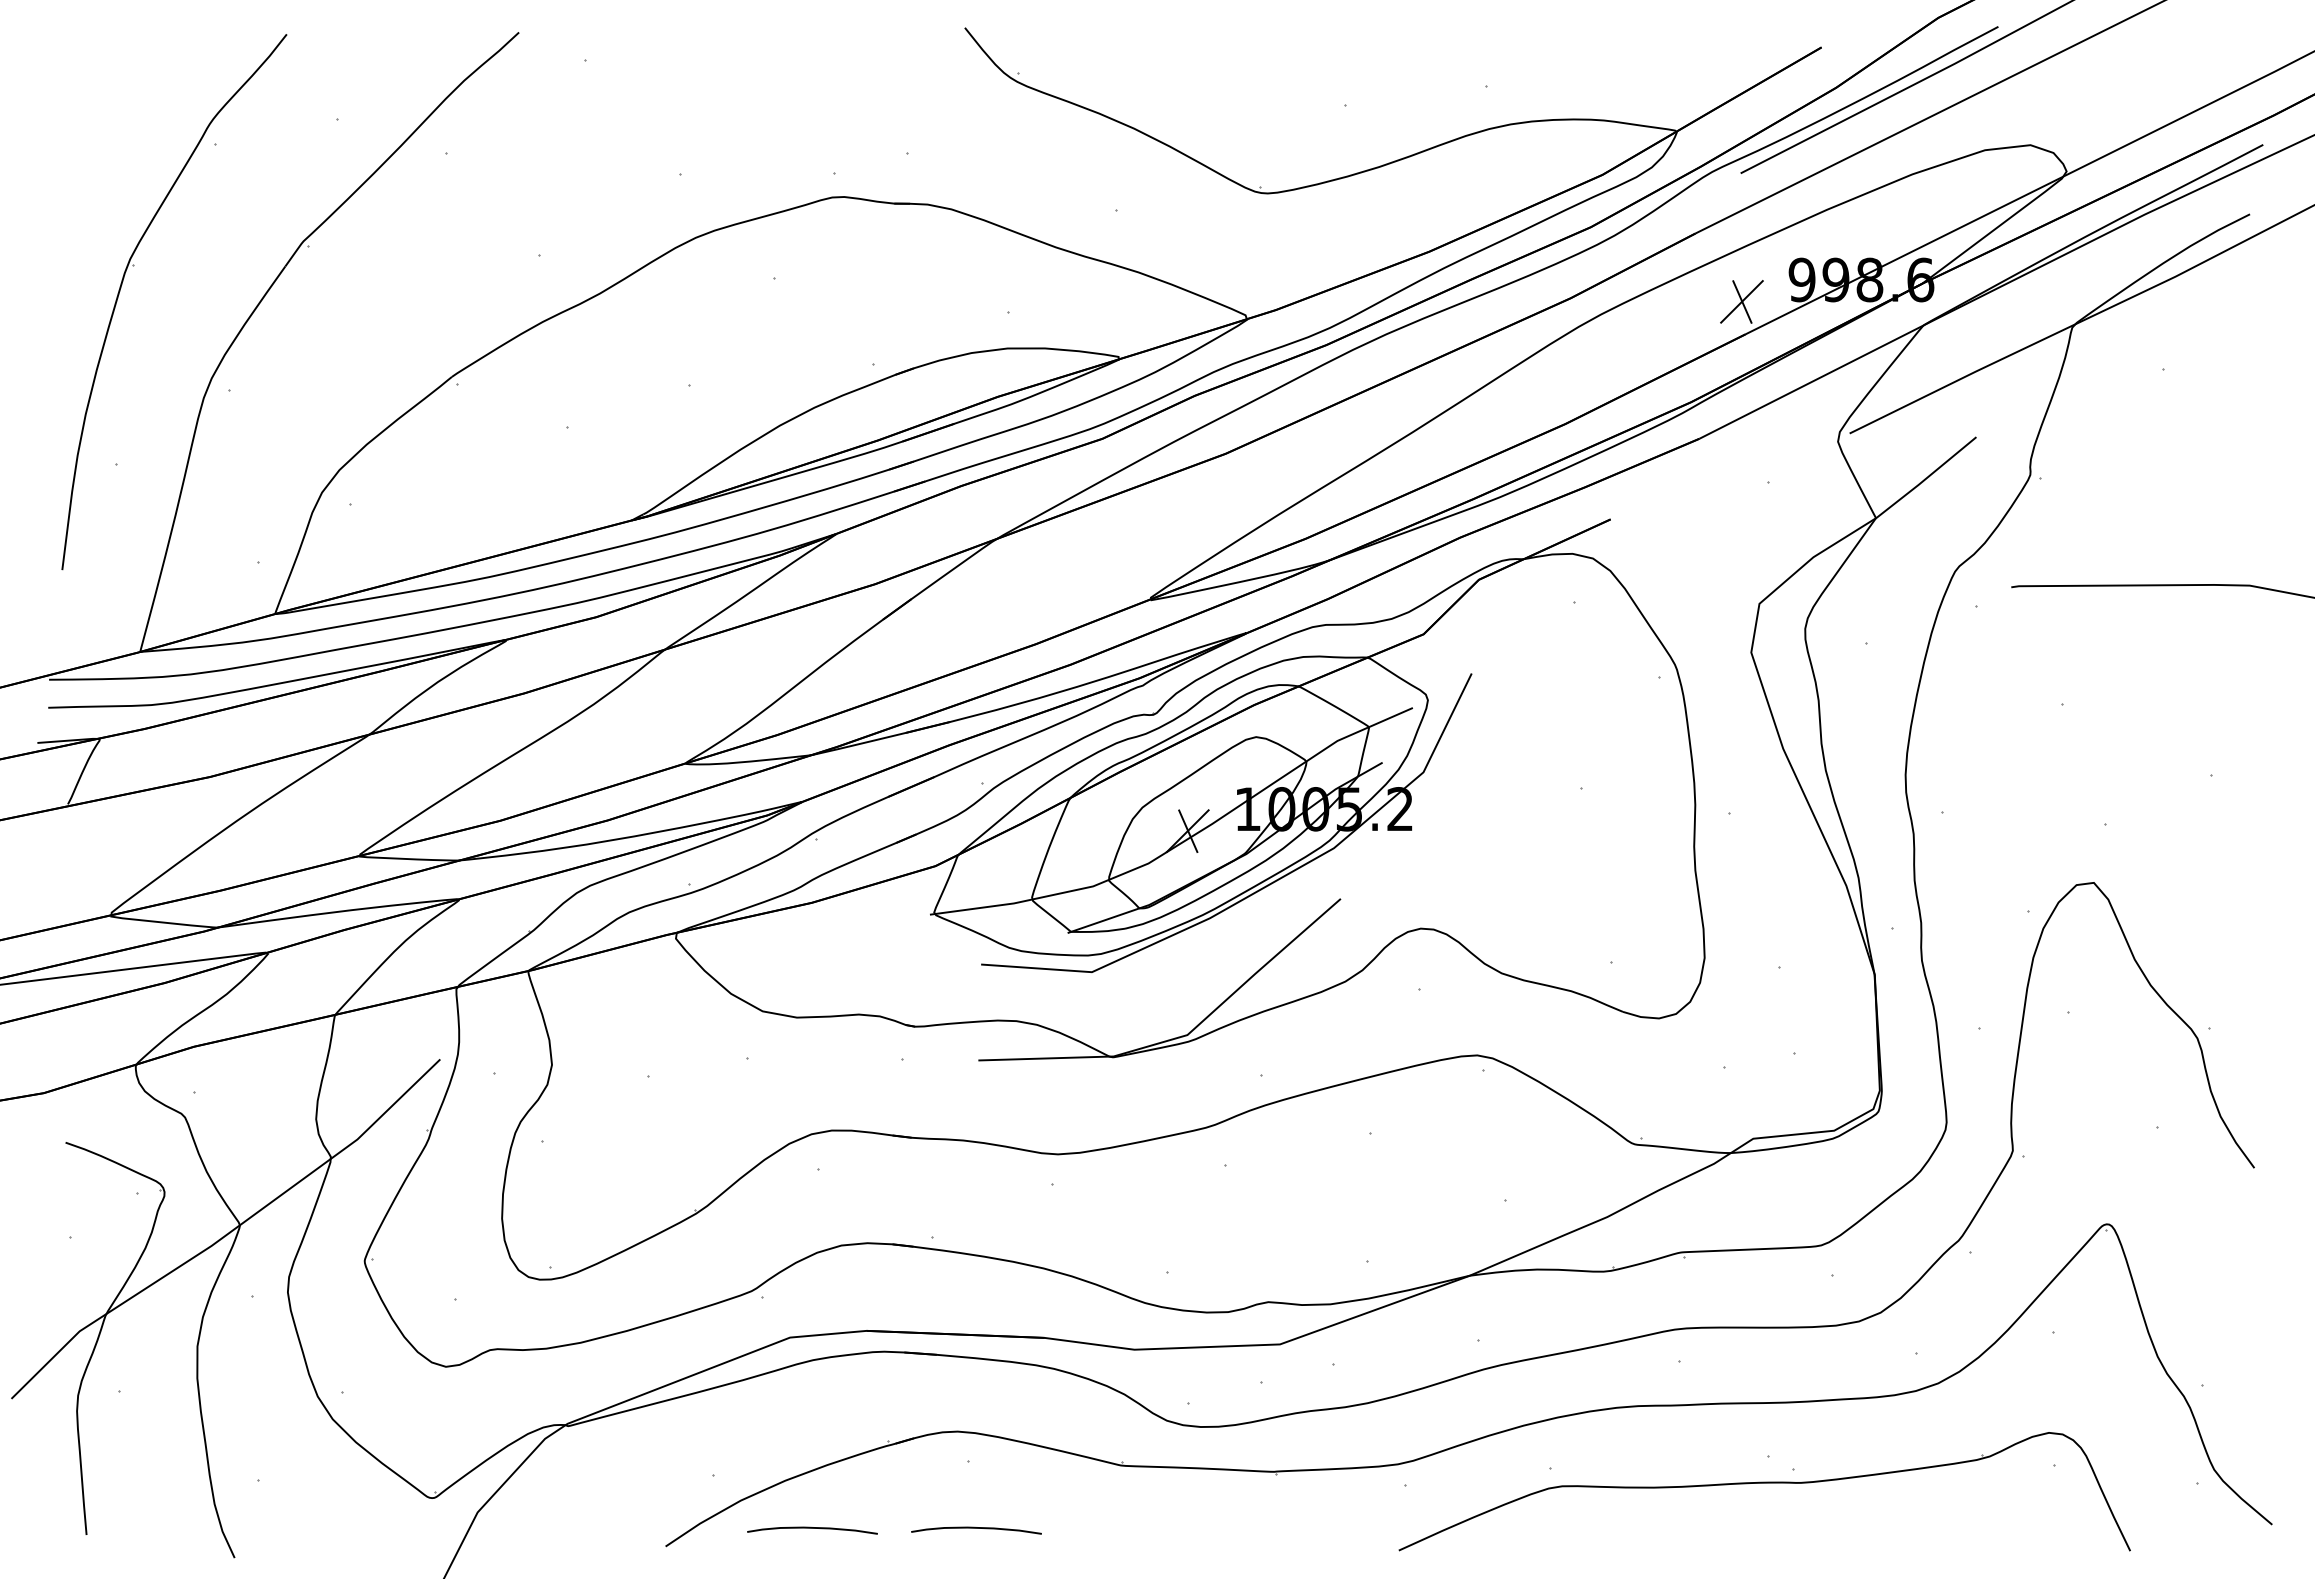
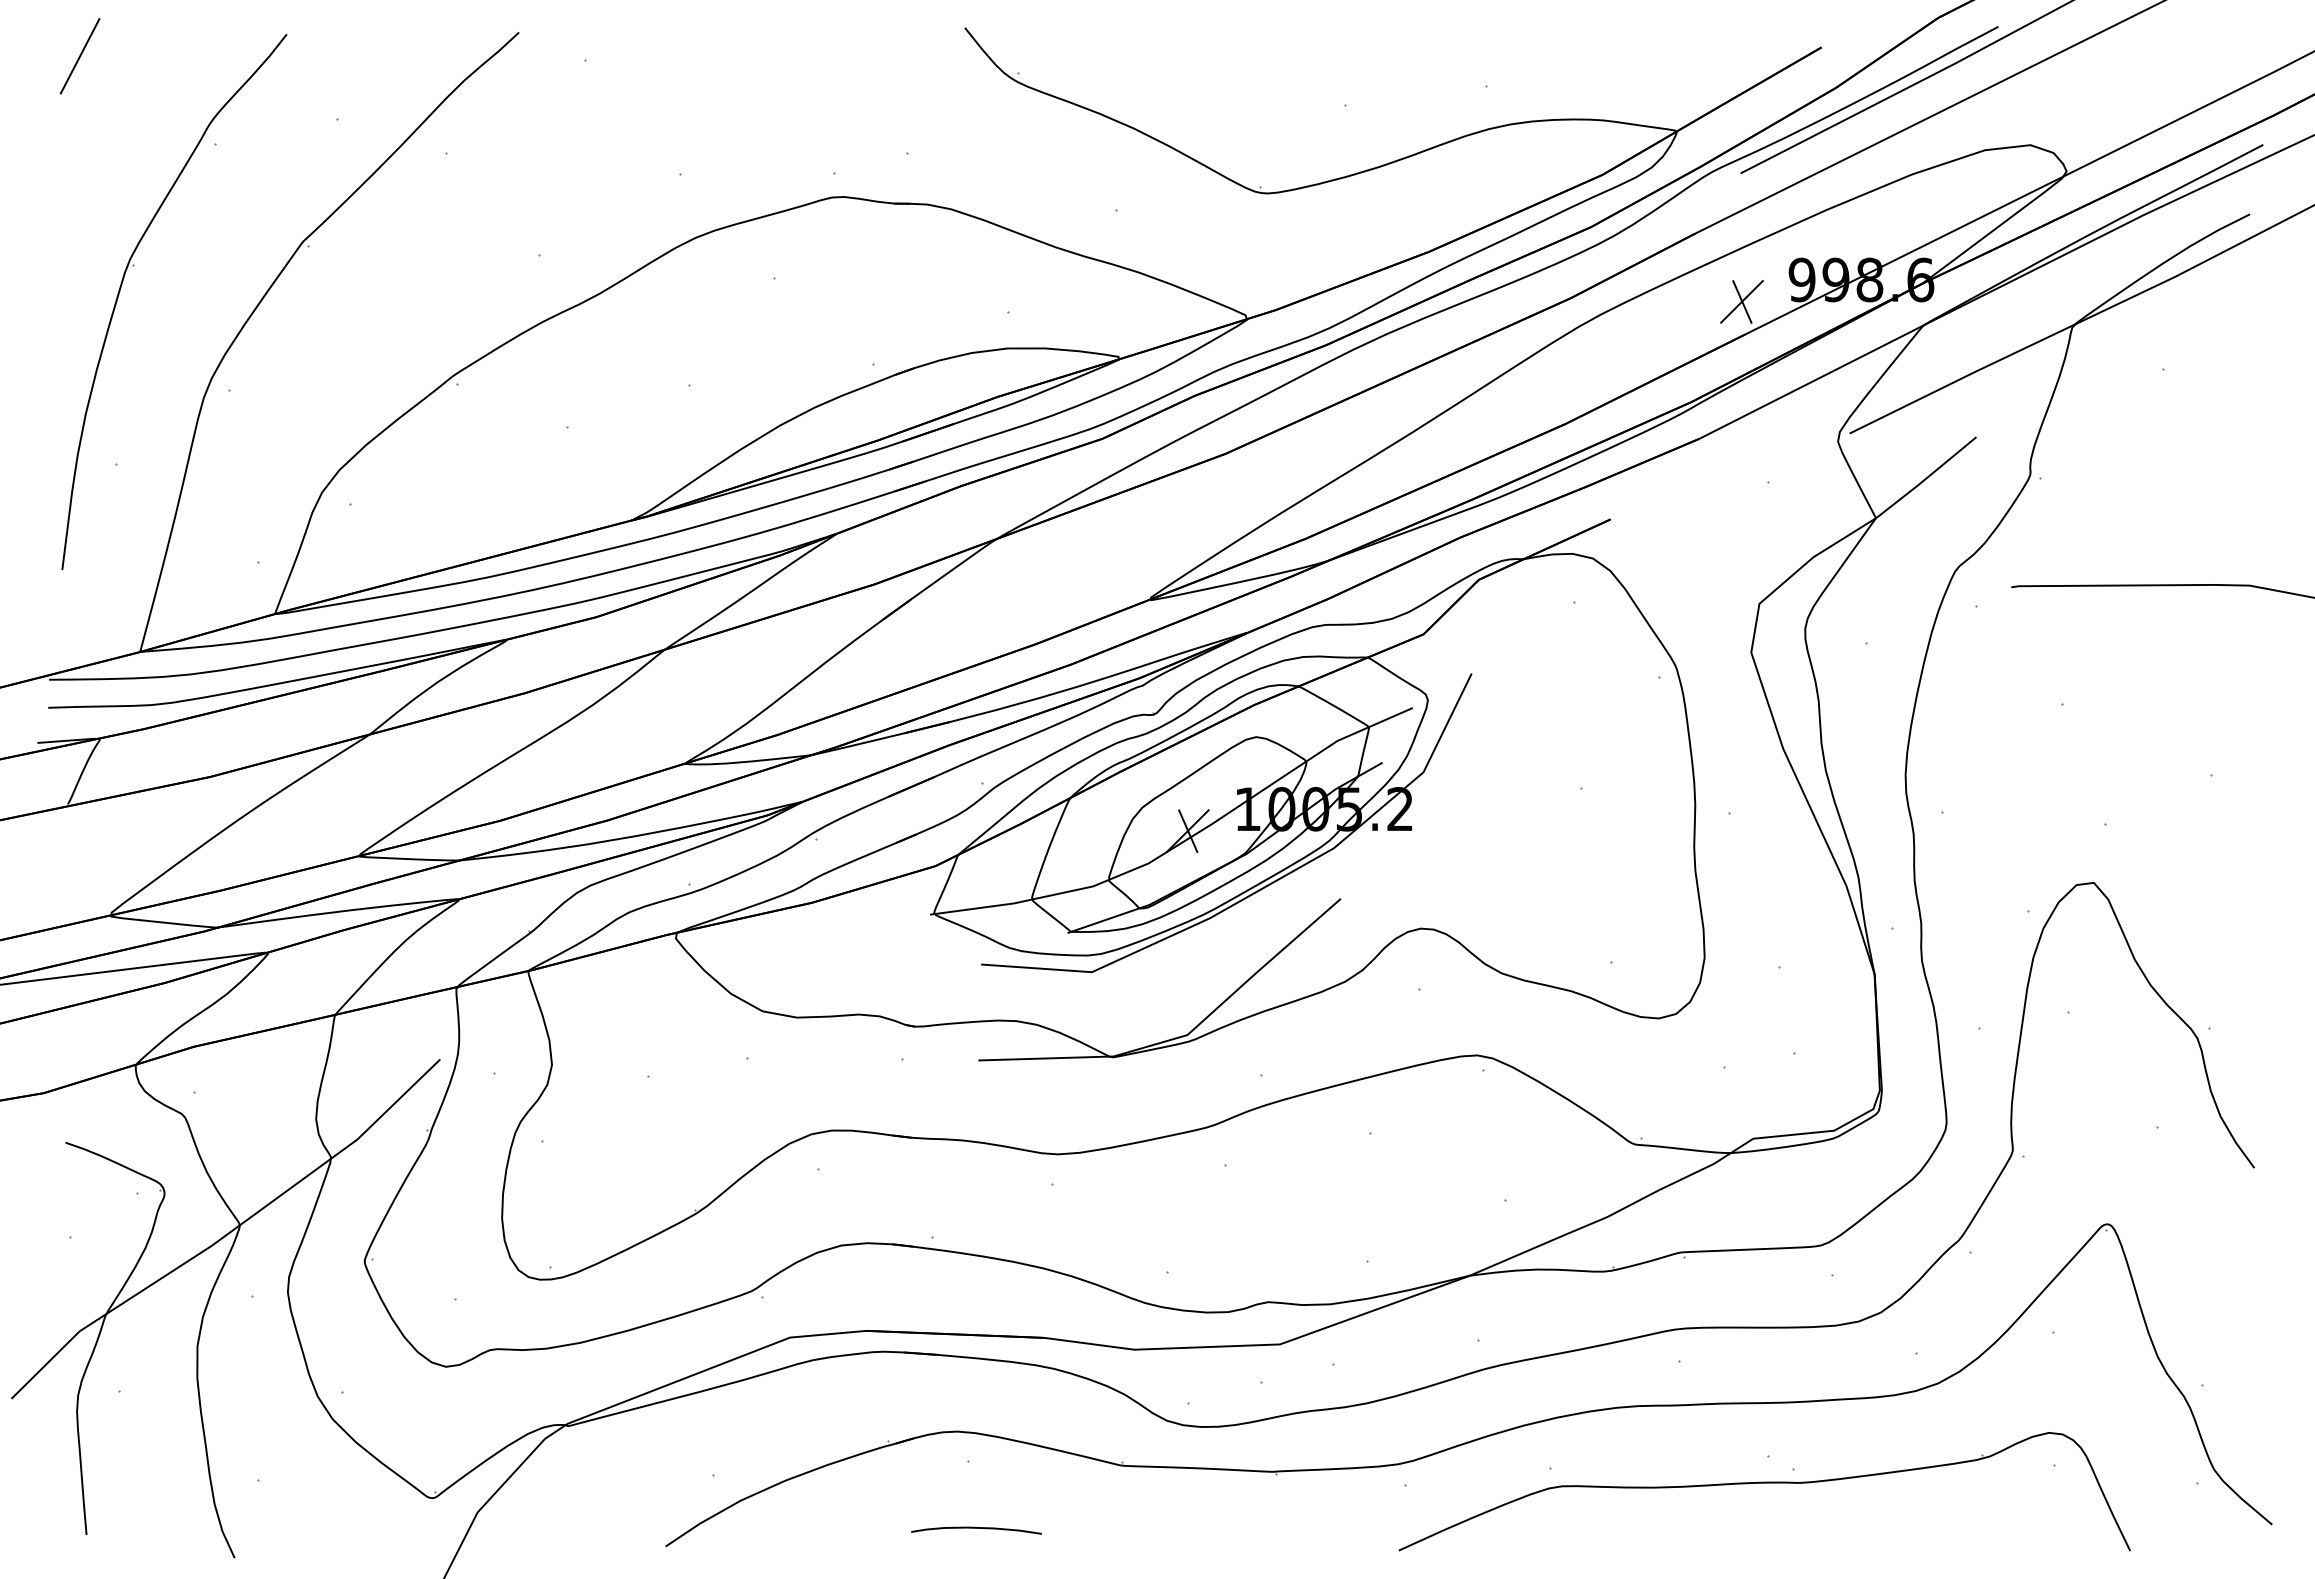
line at (79, 56): none -> present
curve at (812, 1528): present -> none
